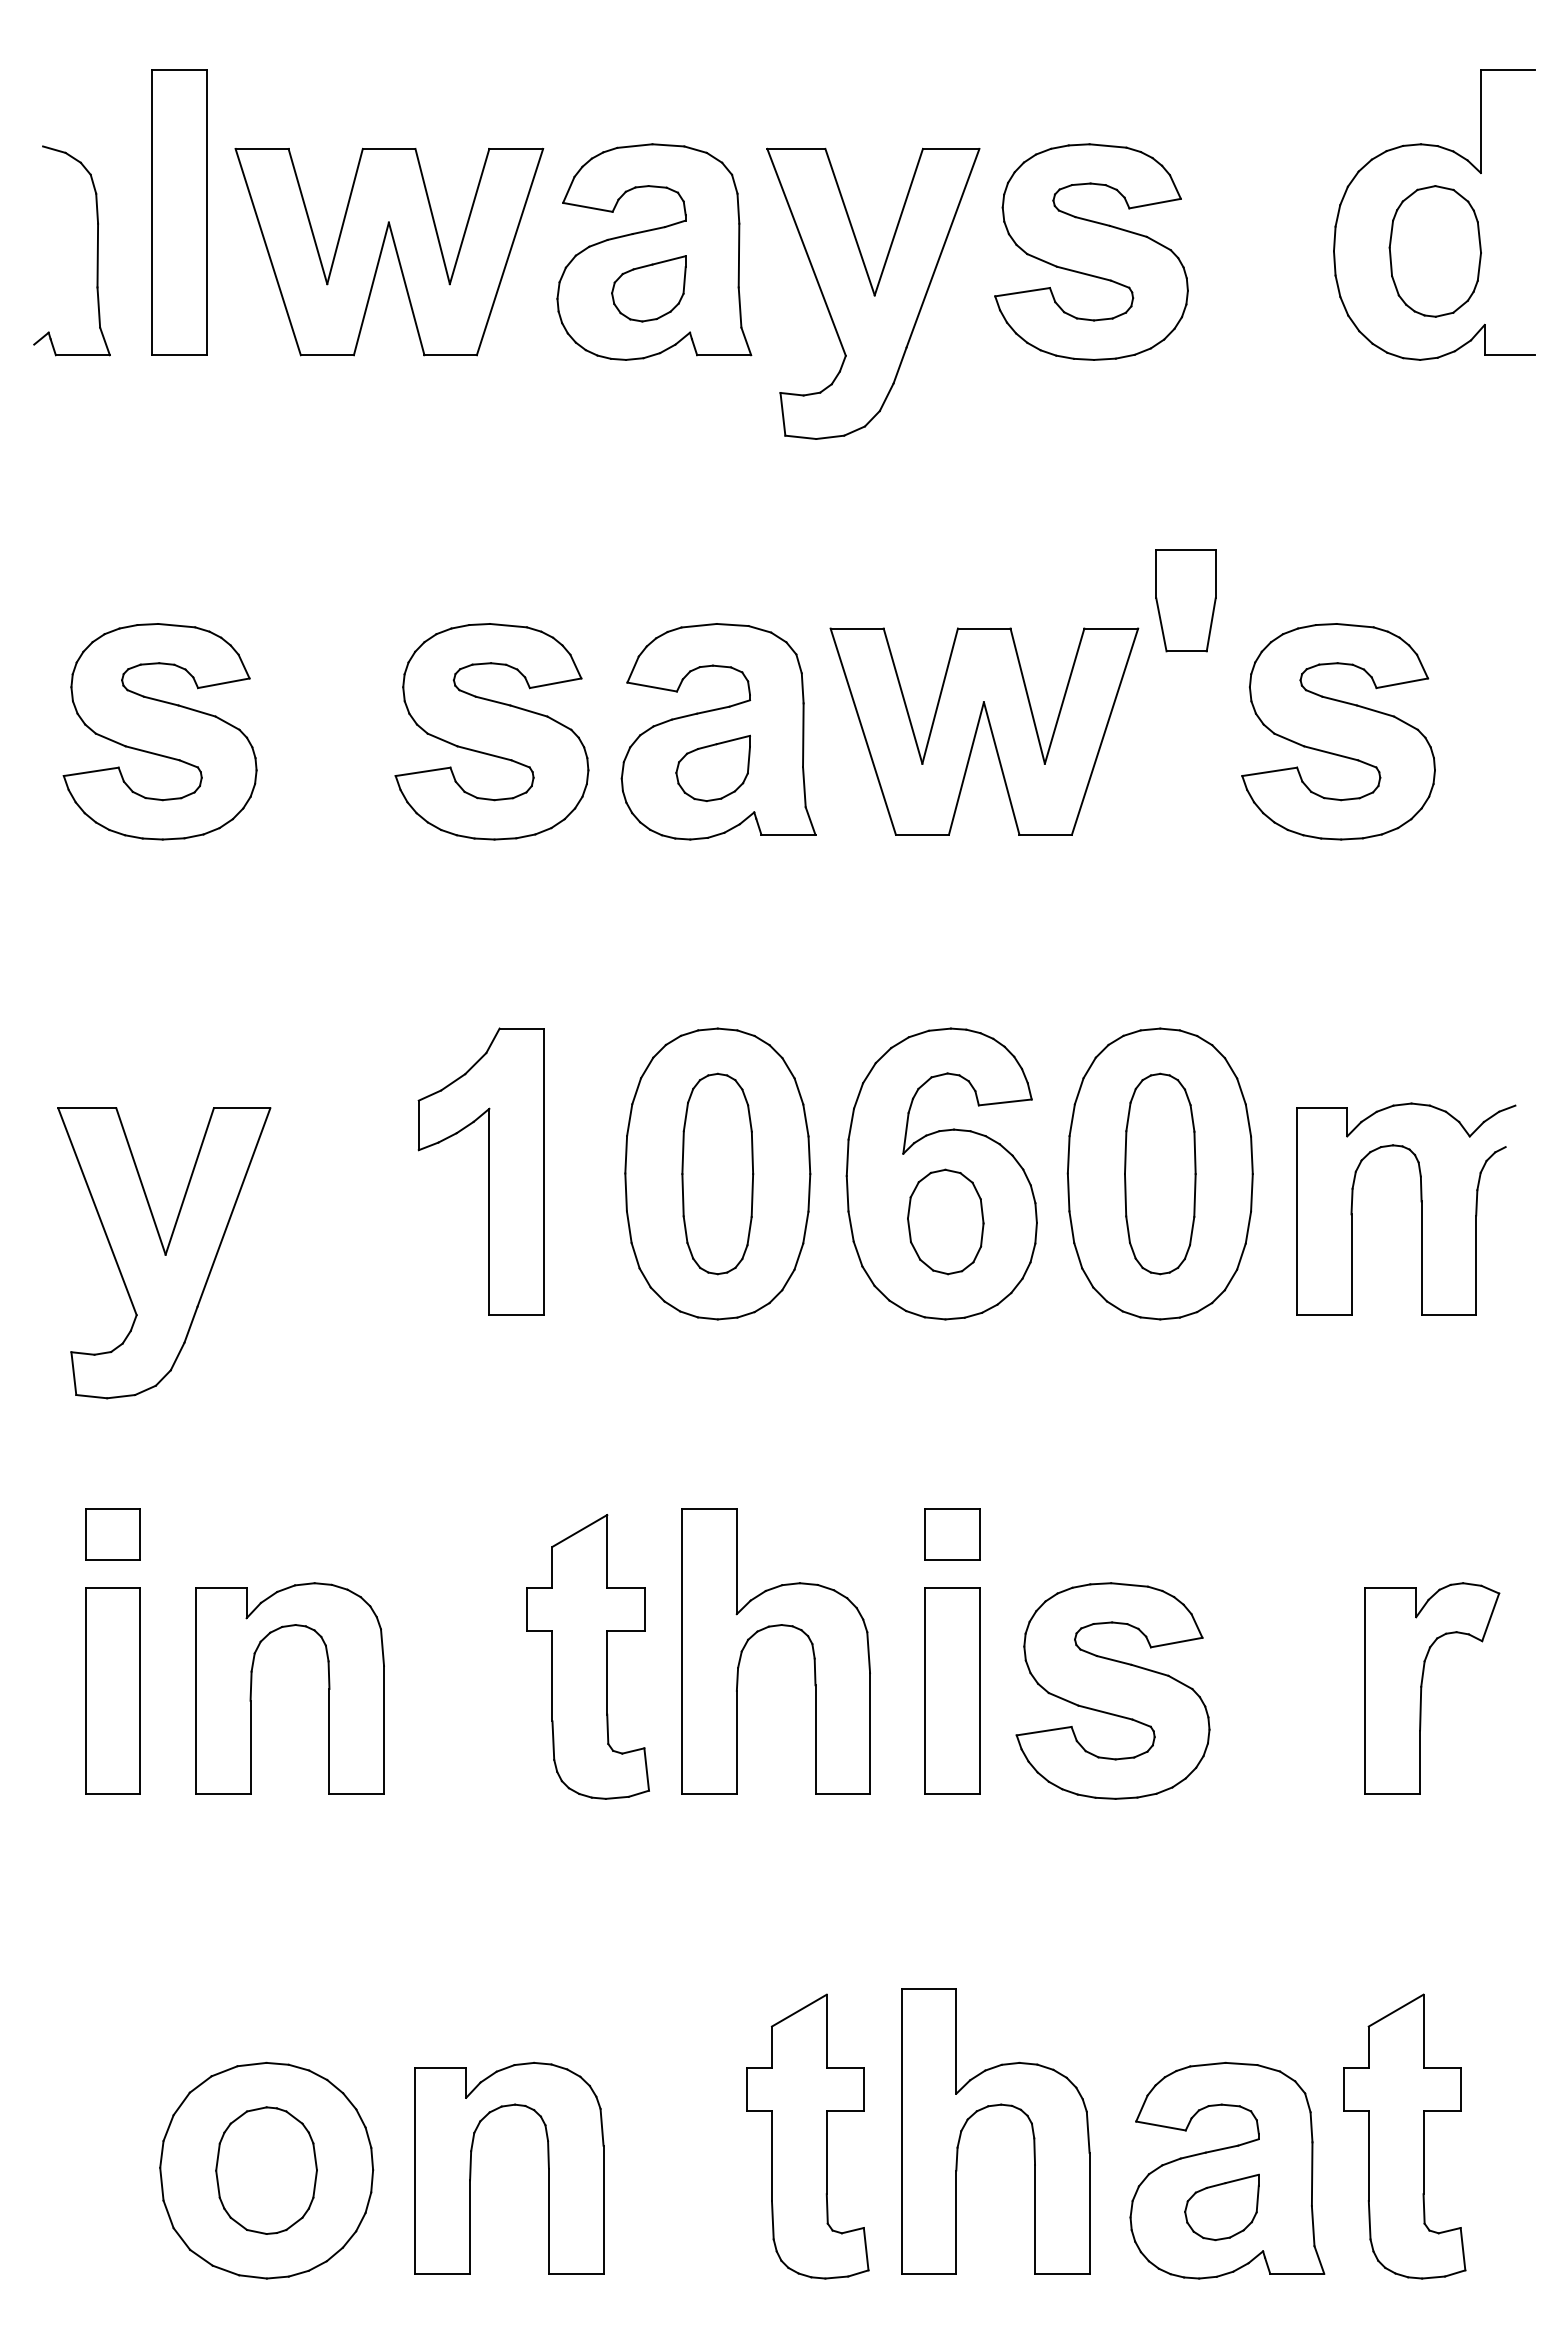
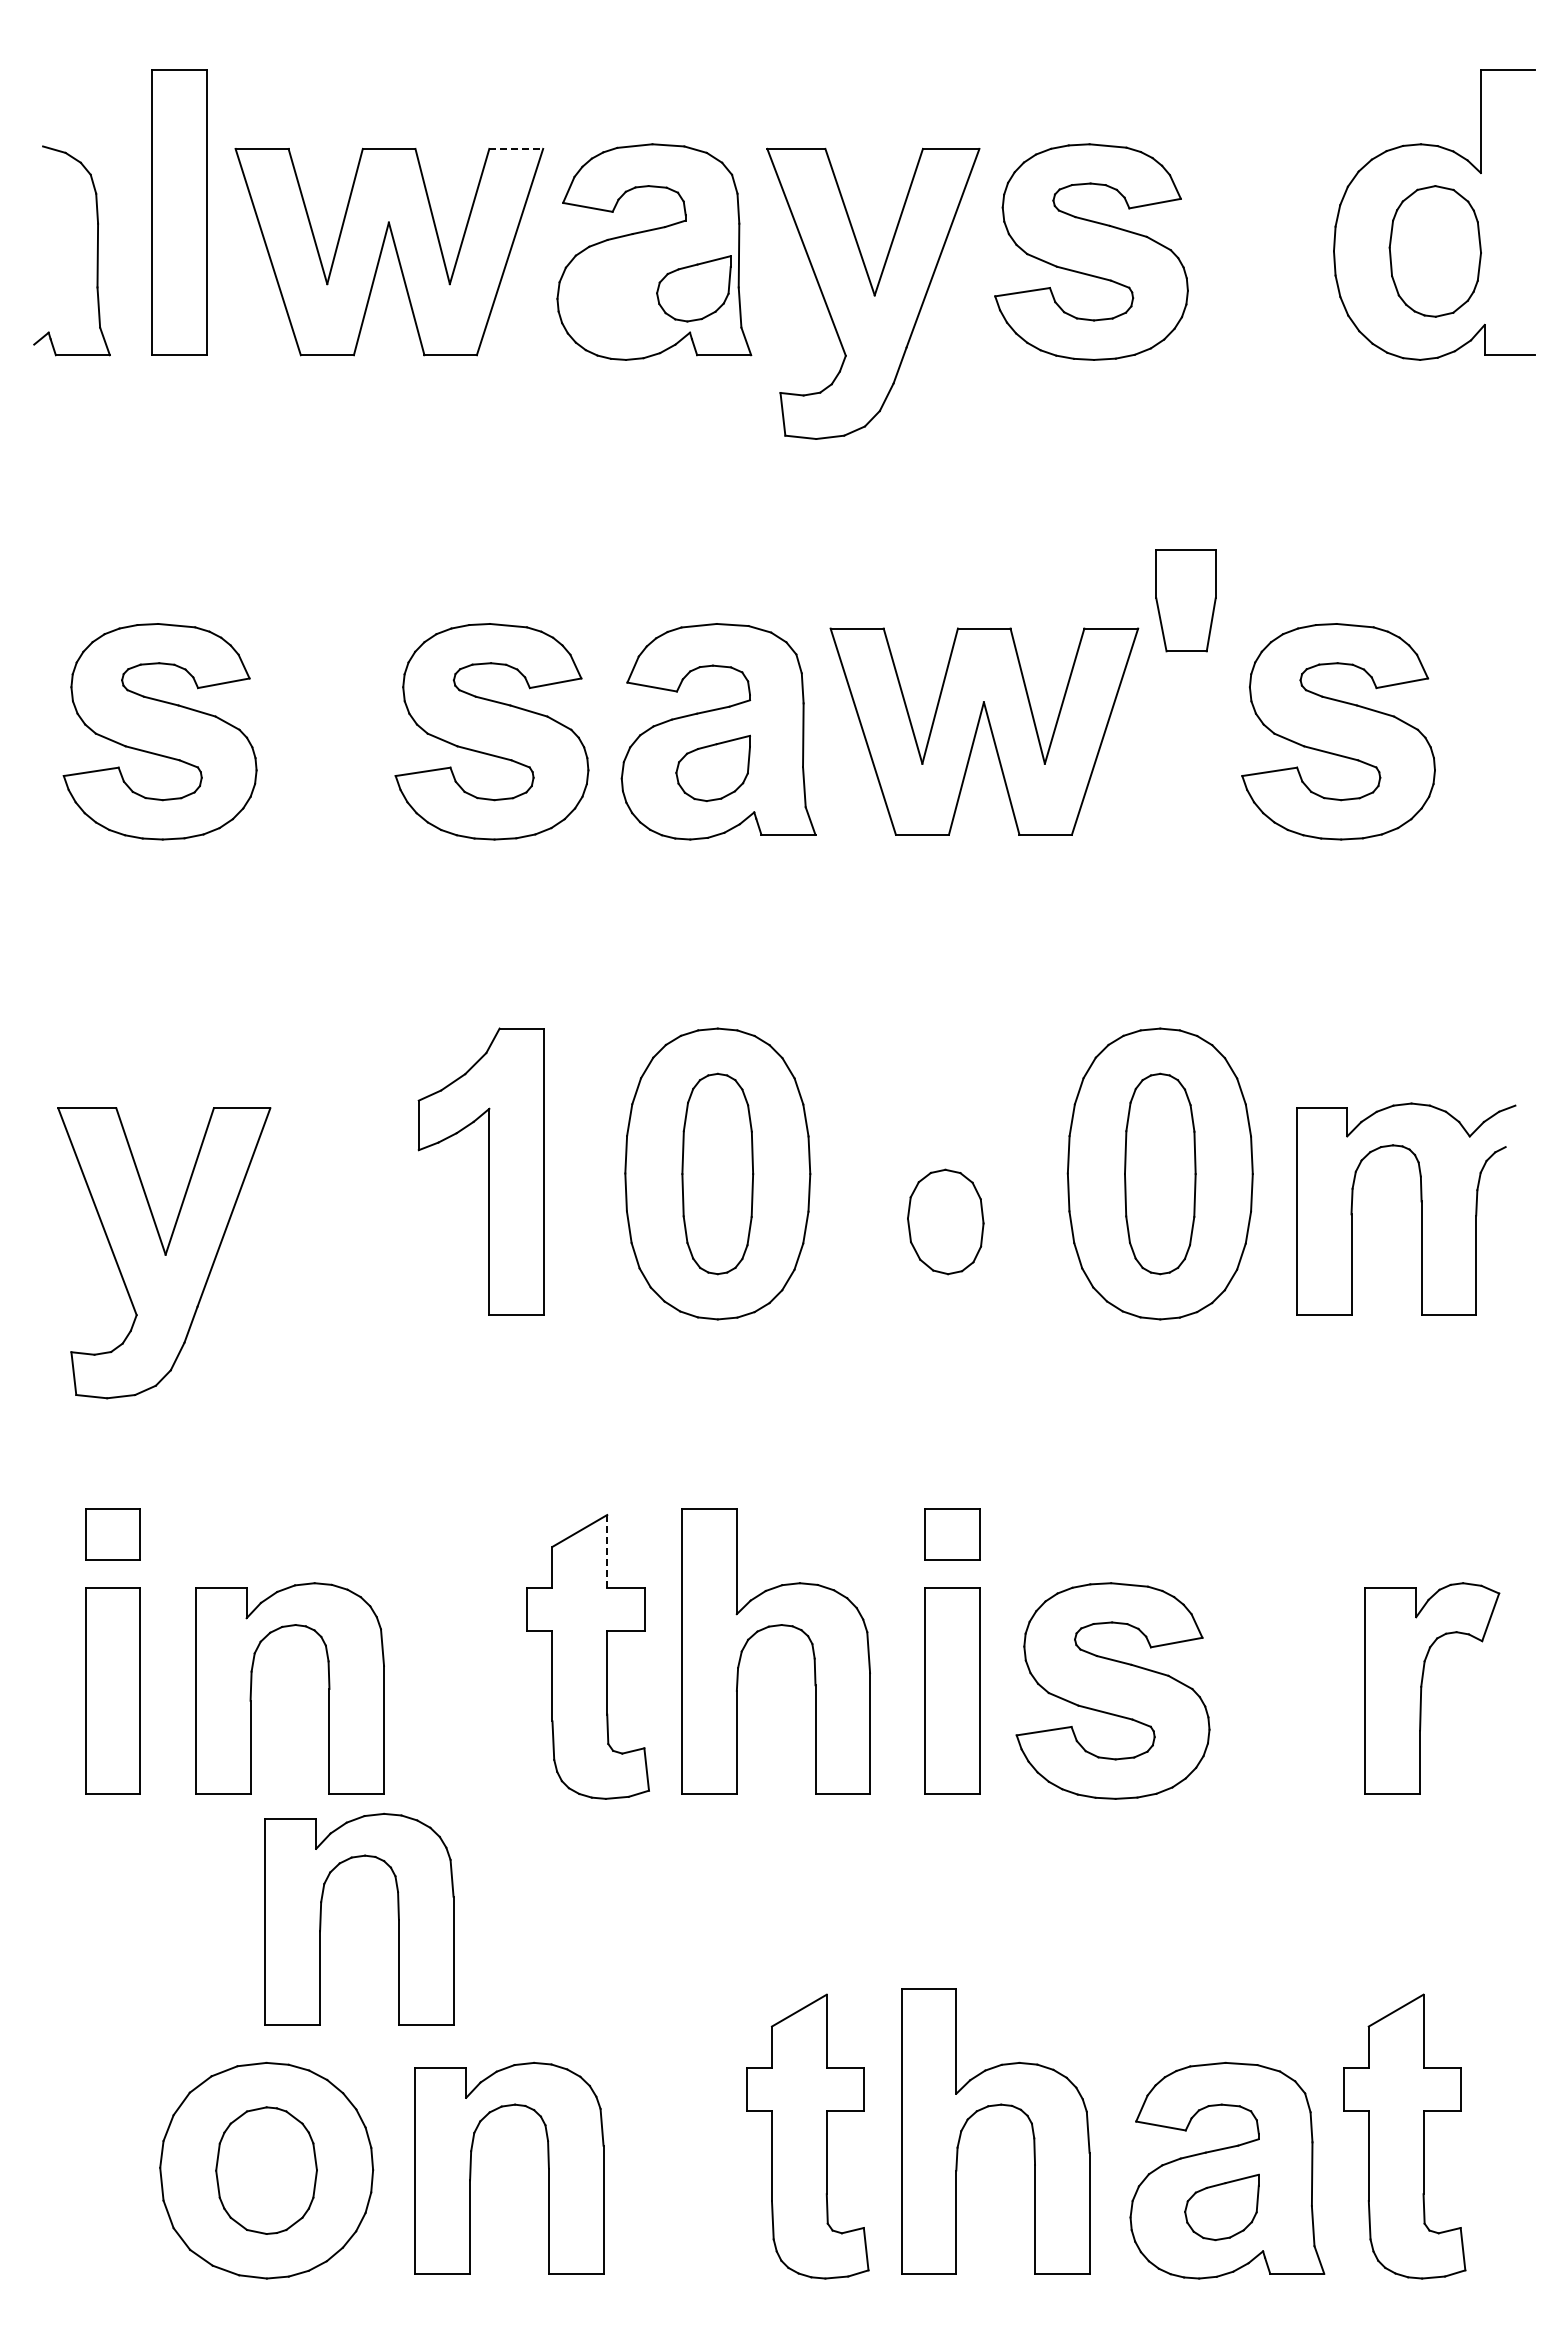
line at (516, 148): solid -> dashed
part at (648, 288) position: (648, 288) -> (693, 288)
part at (941, 1173): present -> none
line at (607, 1551): solid -> dashed
part at (321, 1918): none -> present
